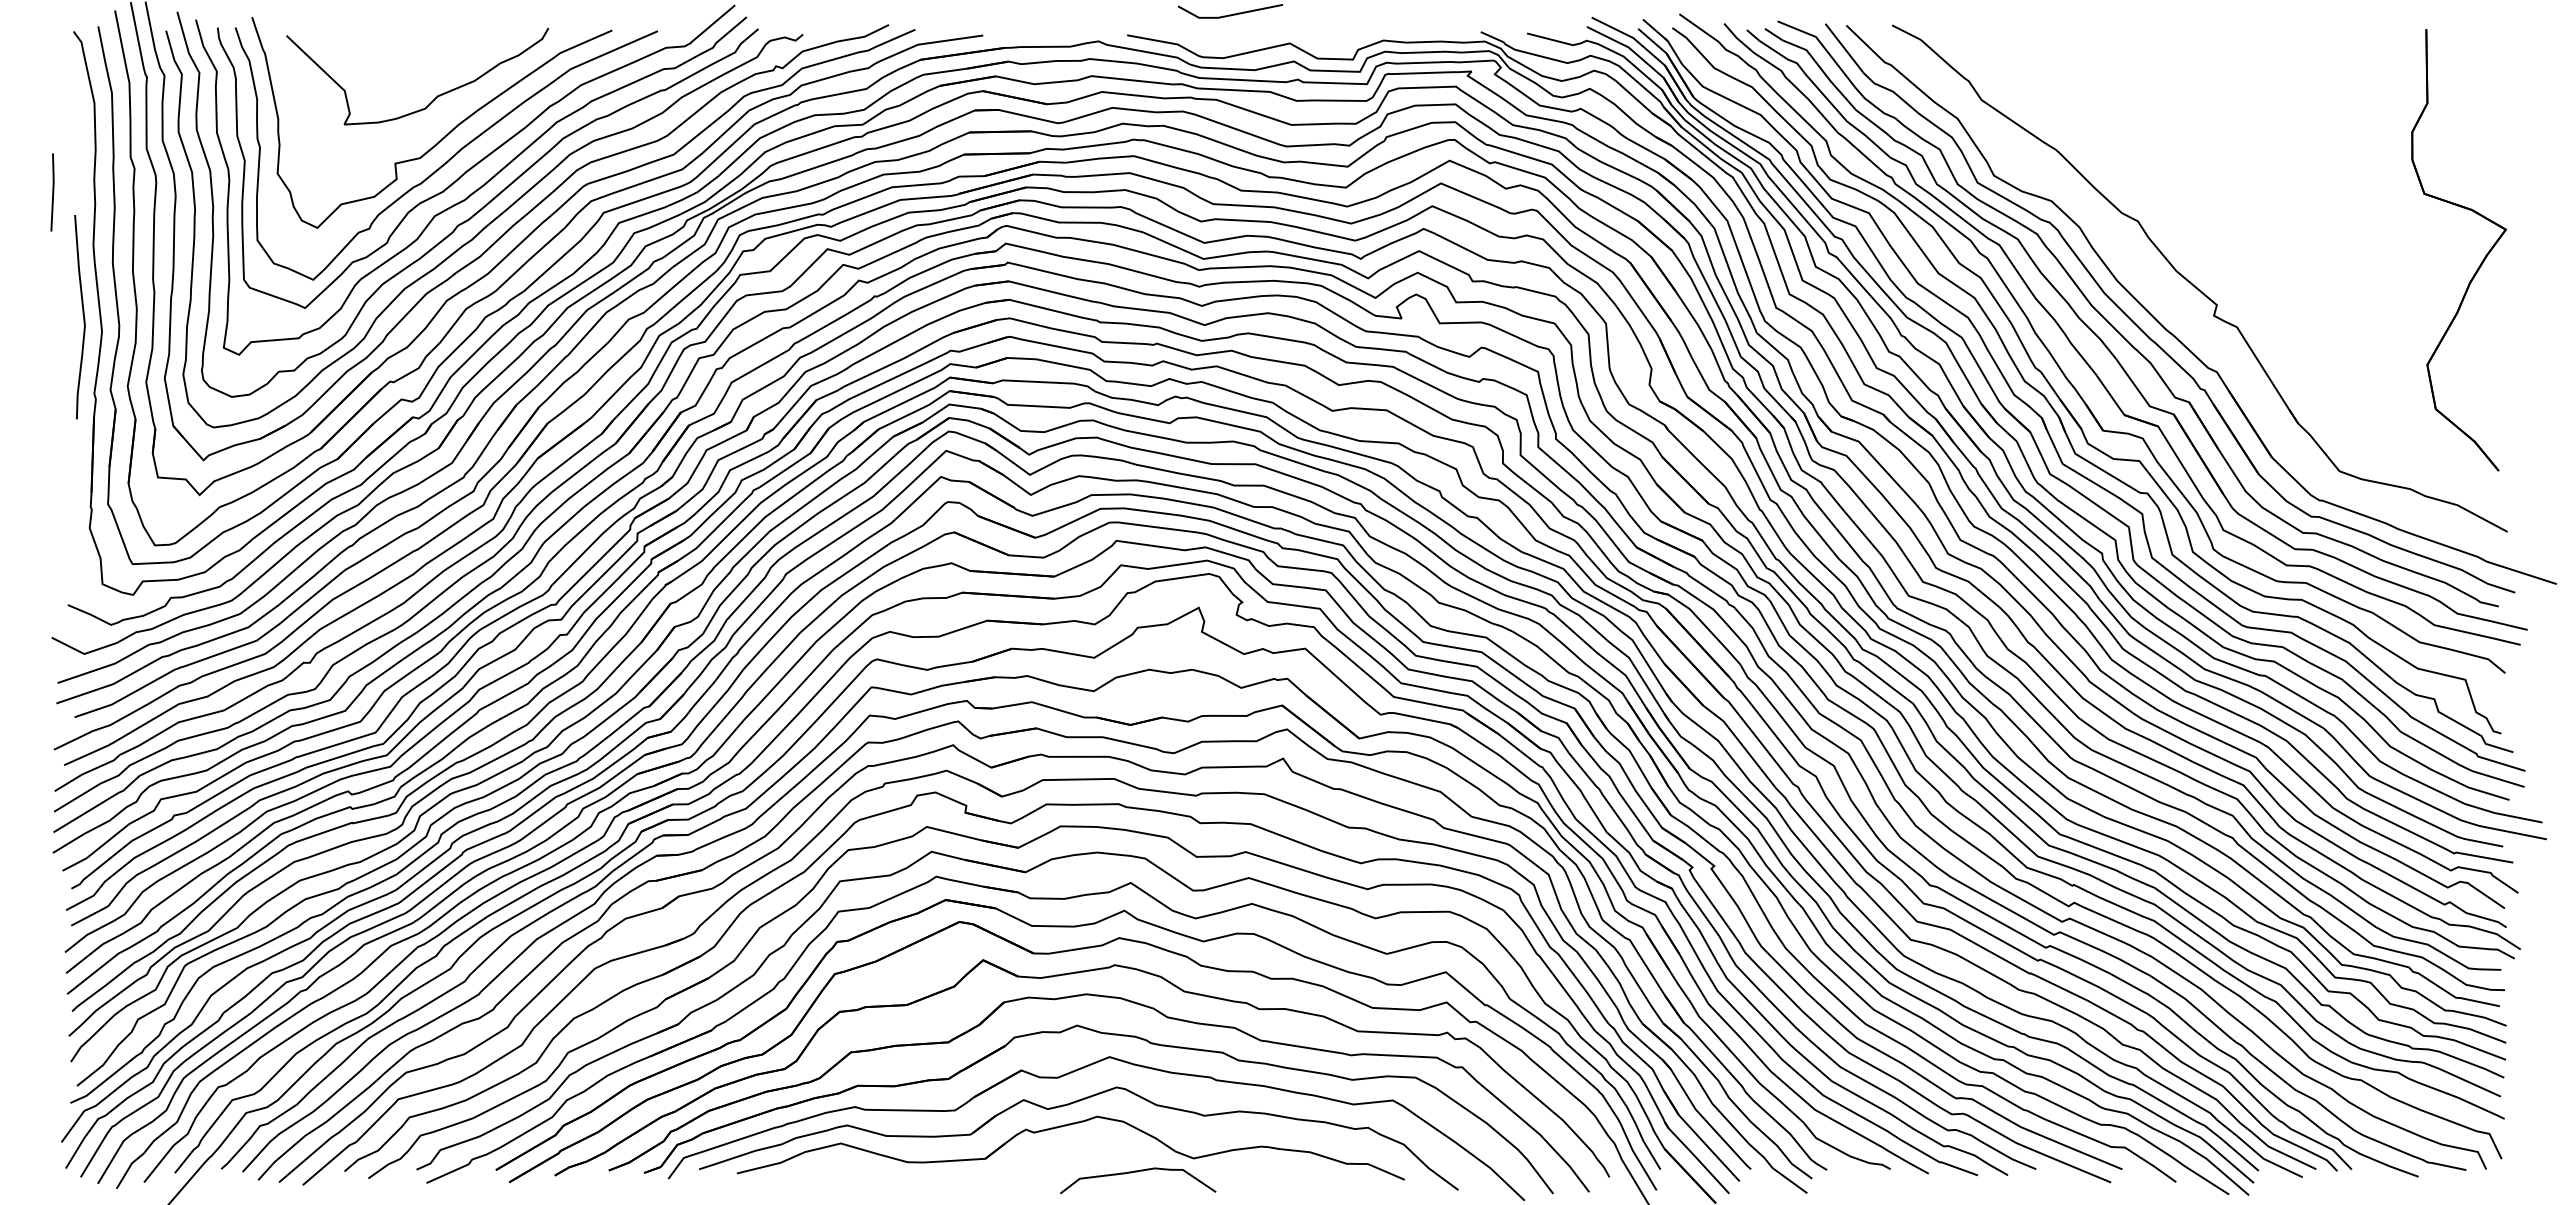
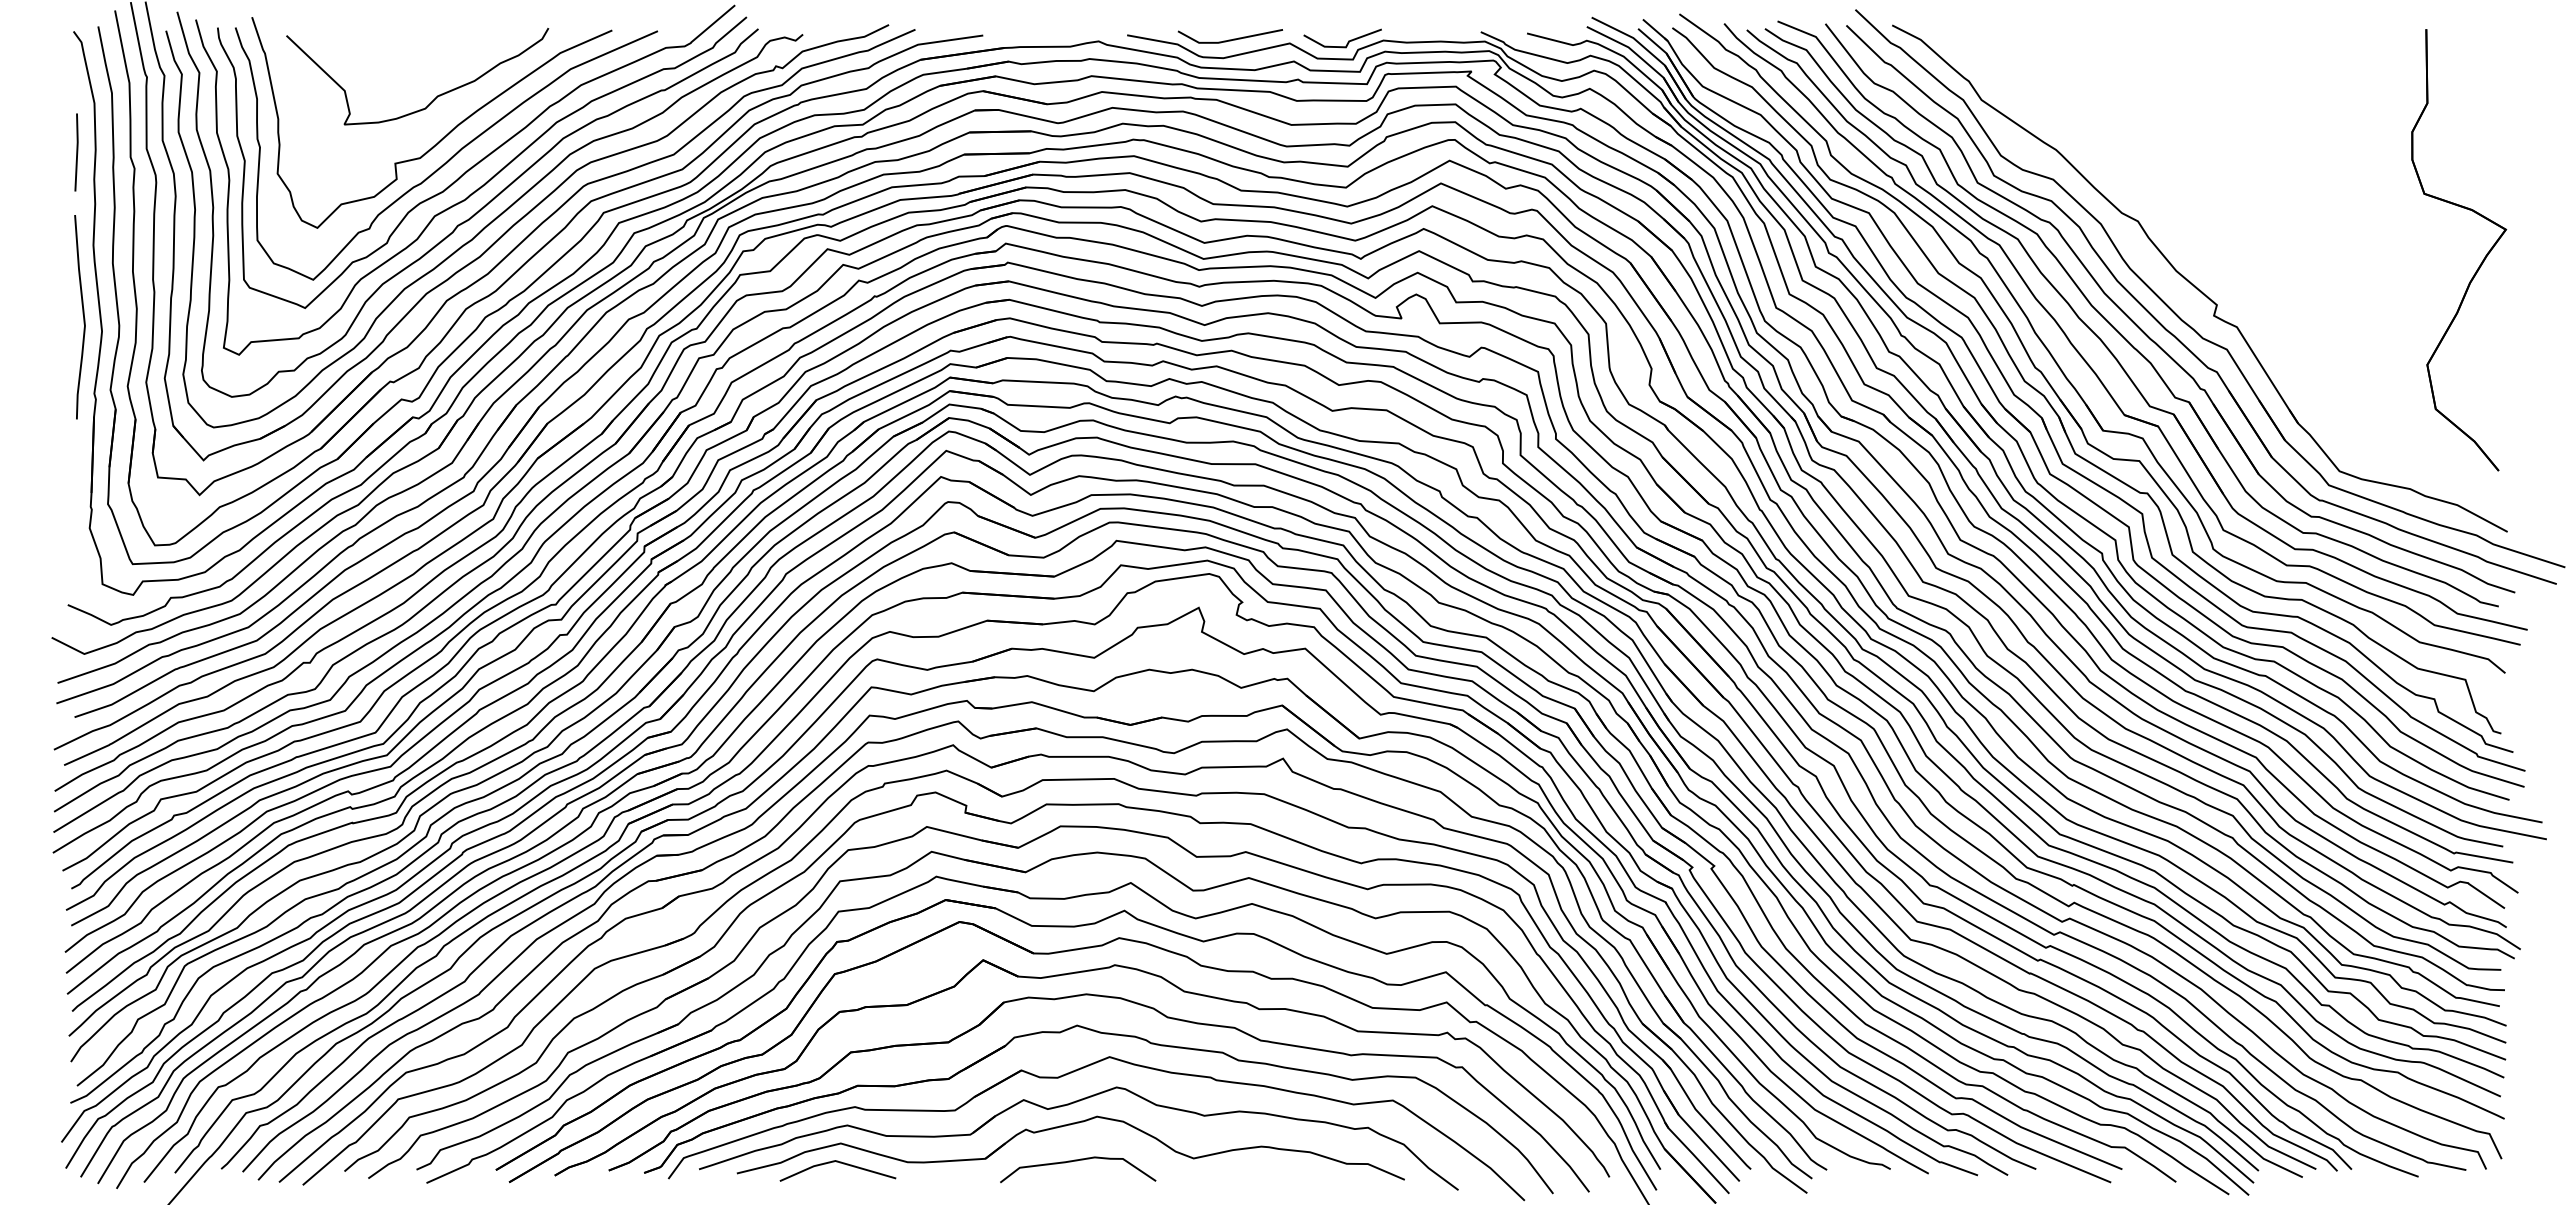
line at (1229, 14) position: (1229, 14) -> (1229, 39)
line at (1348, 40): none -> present
line at (52, 192) position: (52, 192) -> (76, 152)
part at (2185, 321): none -> present
line at (839, 1163): none -> present
curve at (1137, 1172) position: (1137, 1172) -> (1077, 1161)
